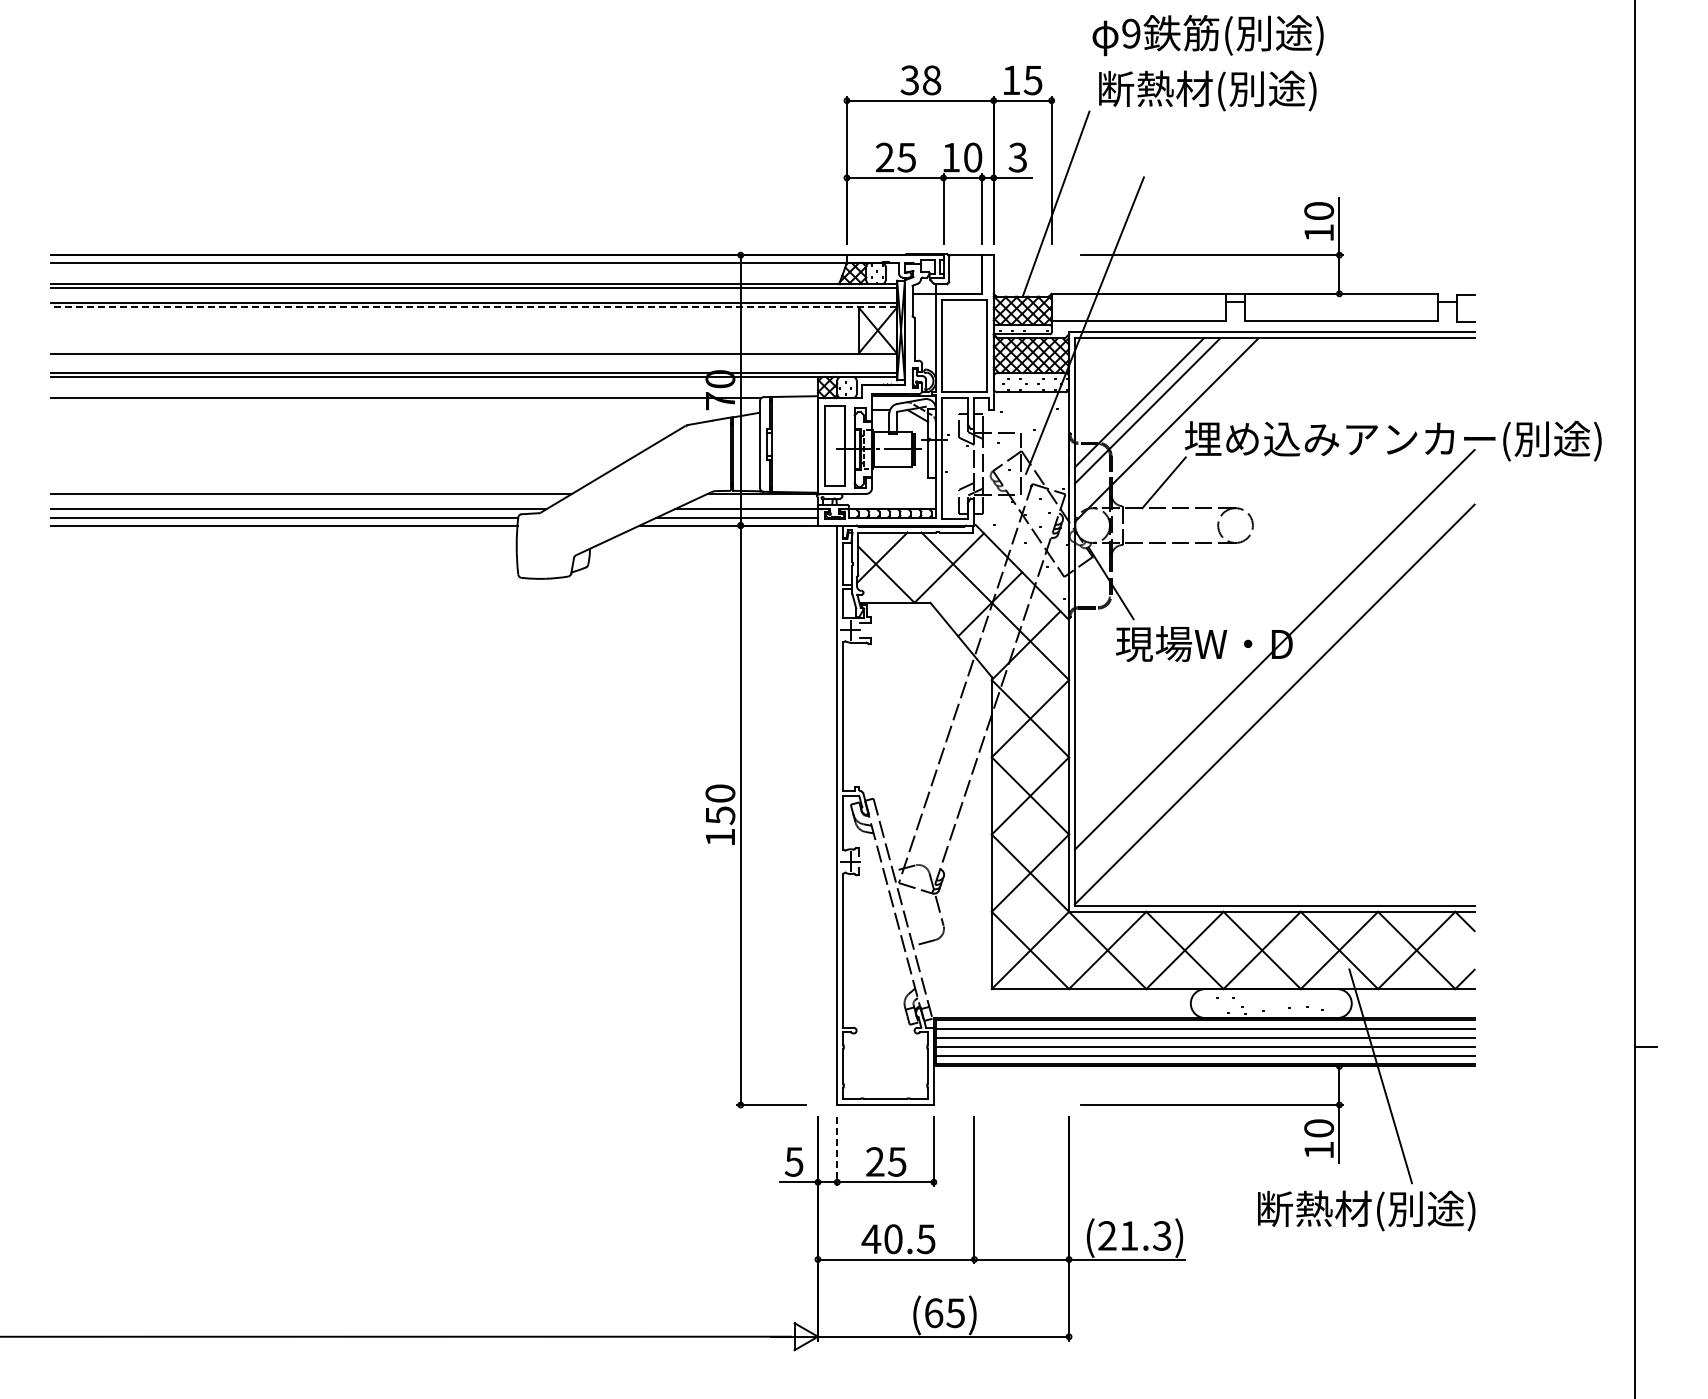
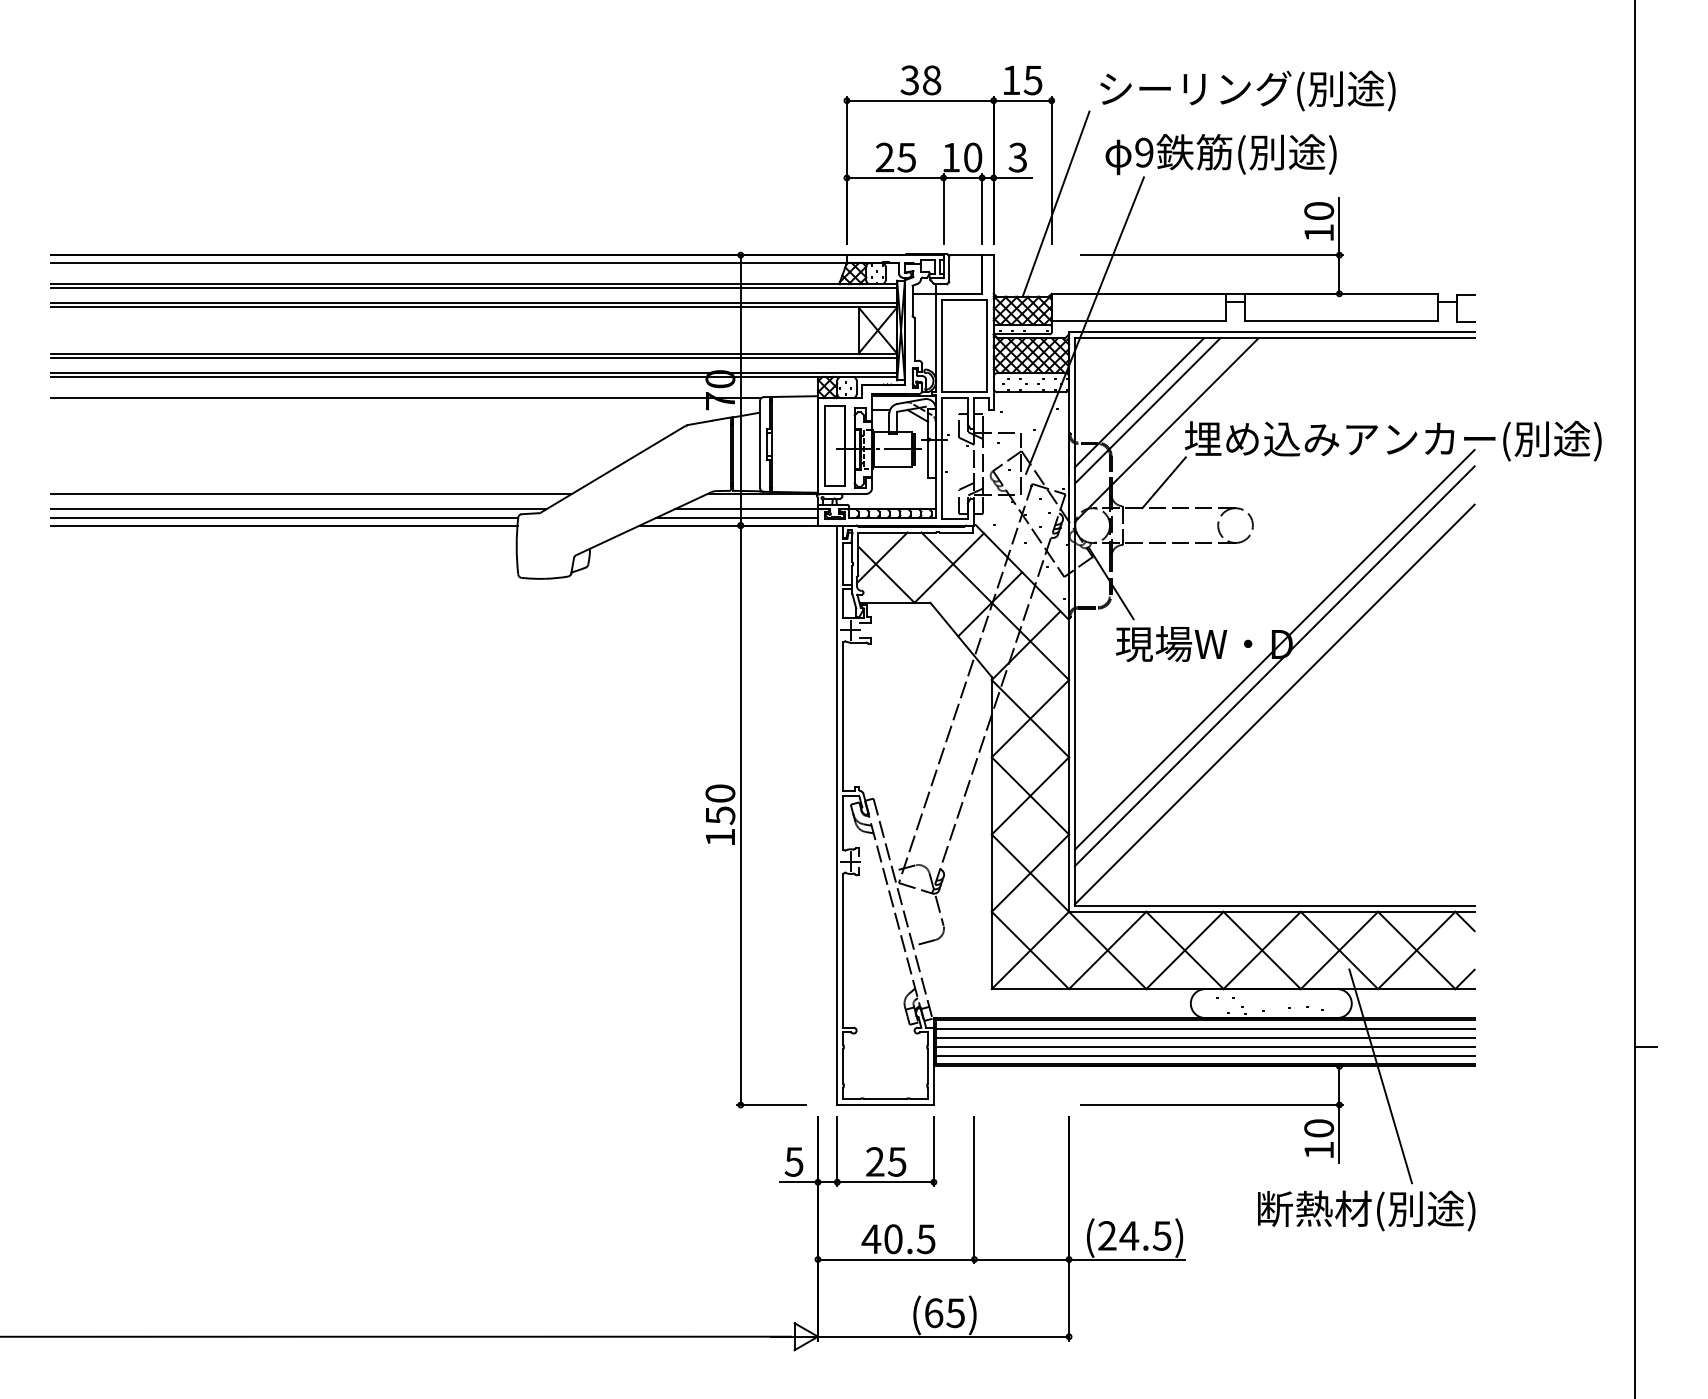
text at (1207, 35) position: (1207, 35) -> (1220, 154)
text at (1247, 90): 断熱材(別途) -> シーリング(別途)
line at (474, 307): dashed -> solid
line at (474, 357): none -> present
line at (1274, 666): none -> present
line at (837, 1151): dashed -> solid
text at (1145, 1235): (21.3) -> (24.5)
